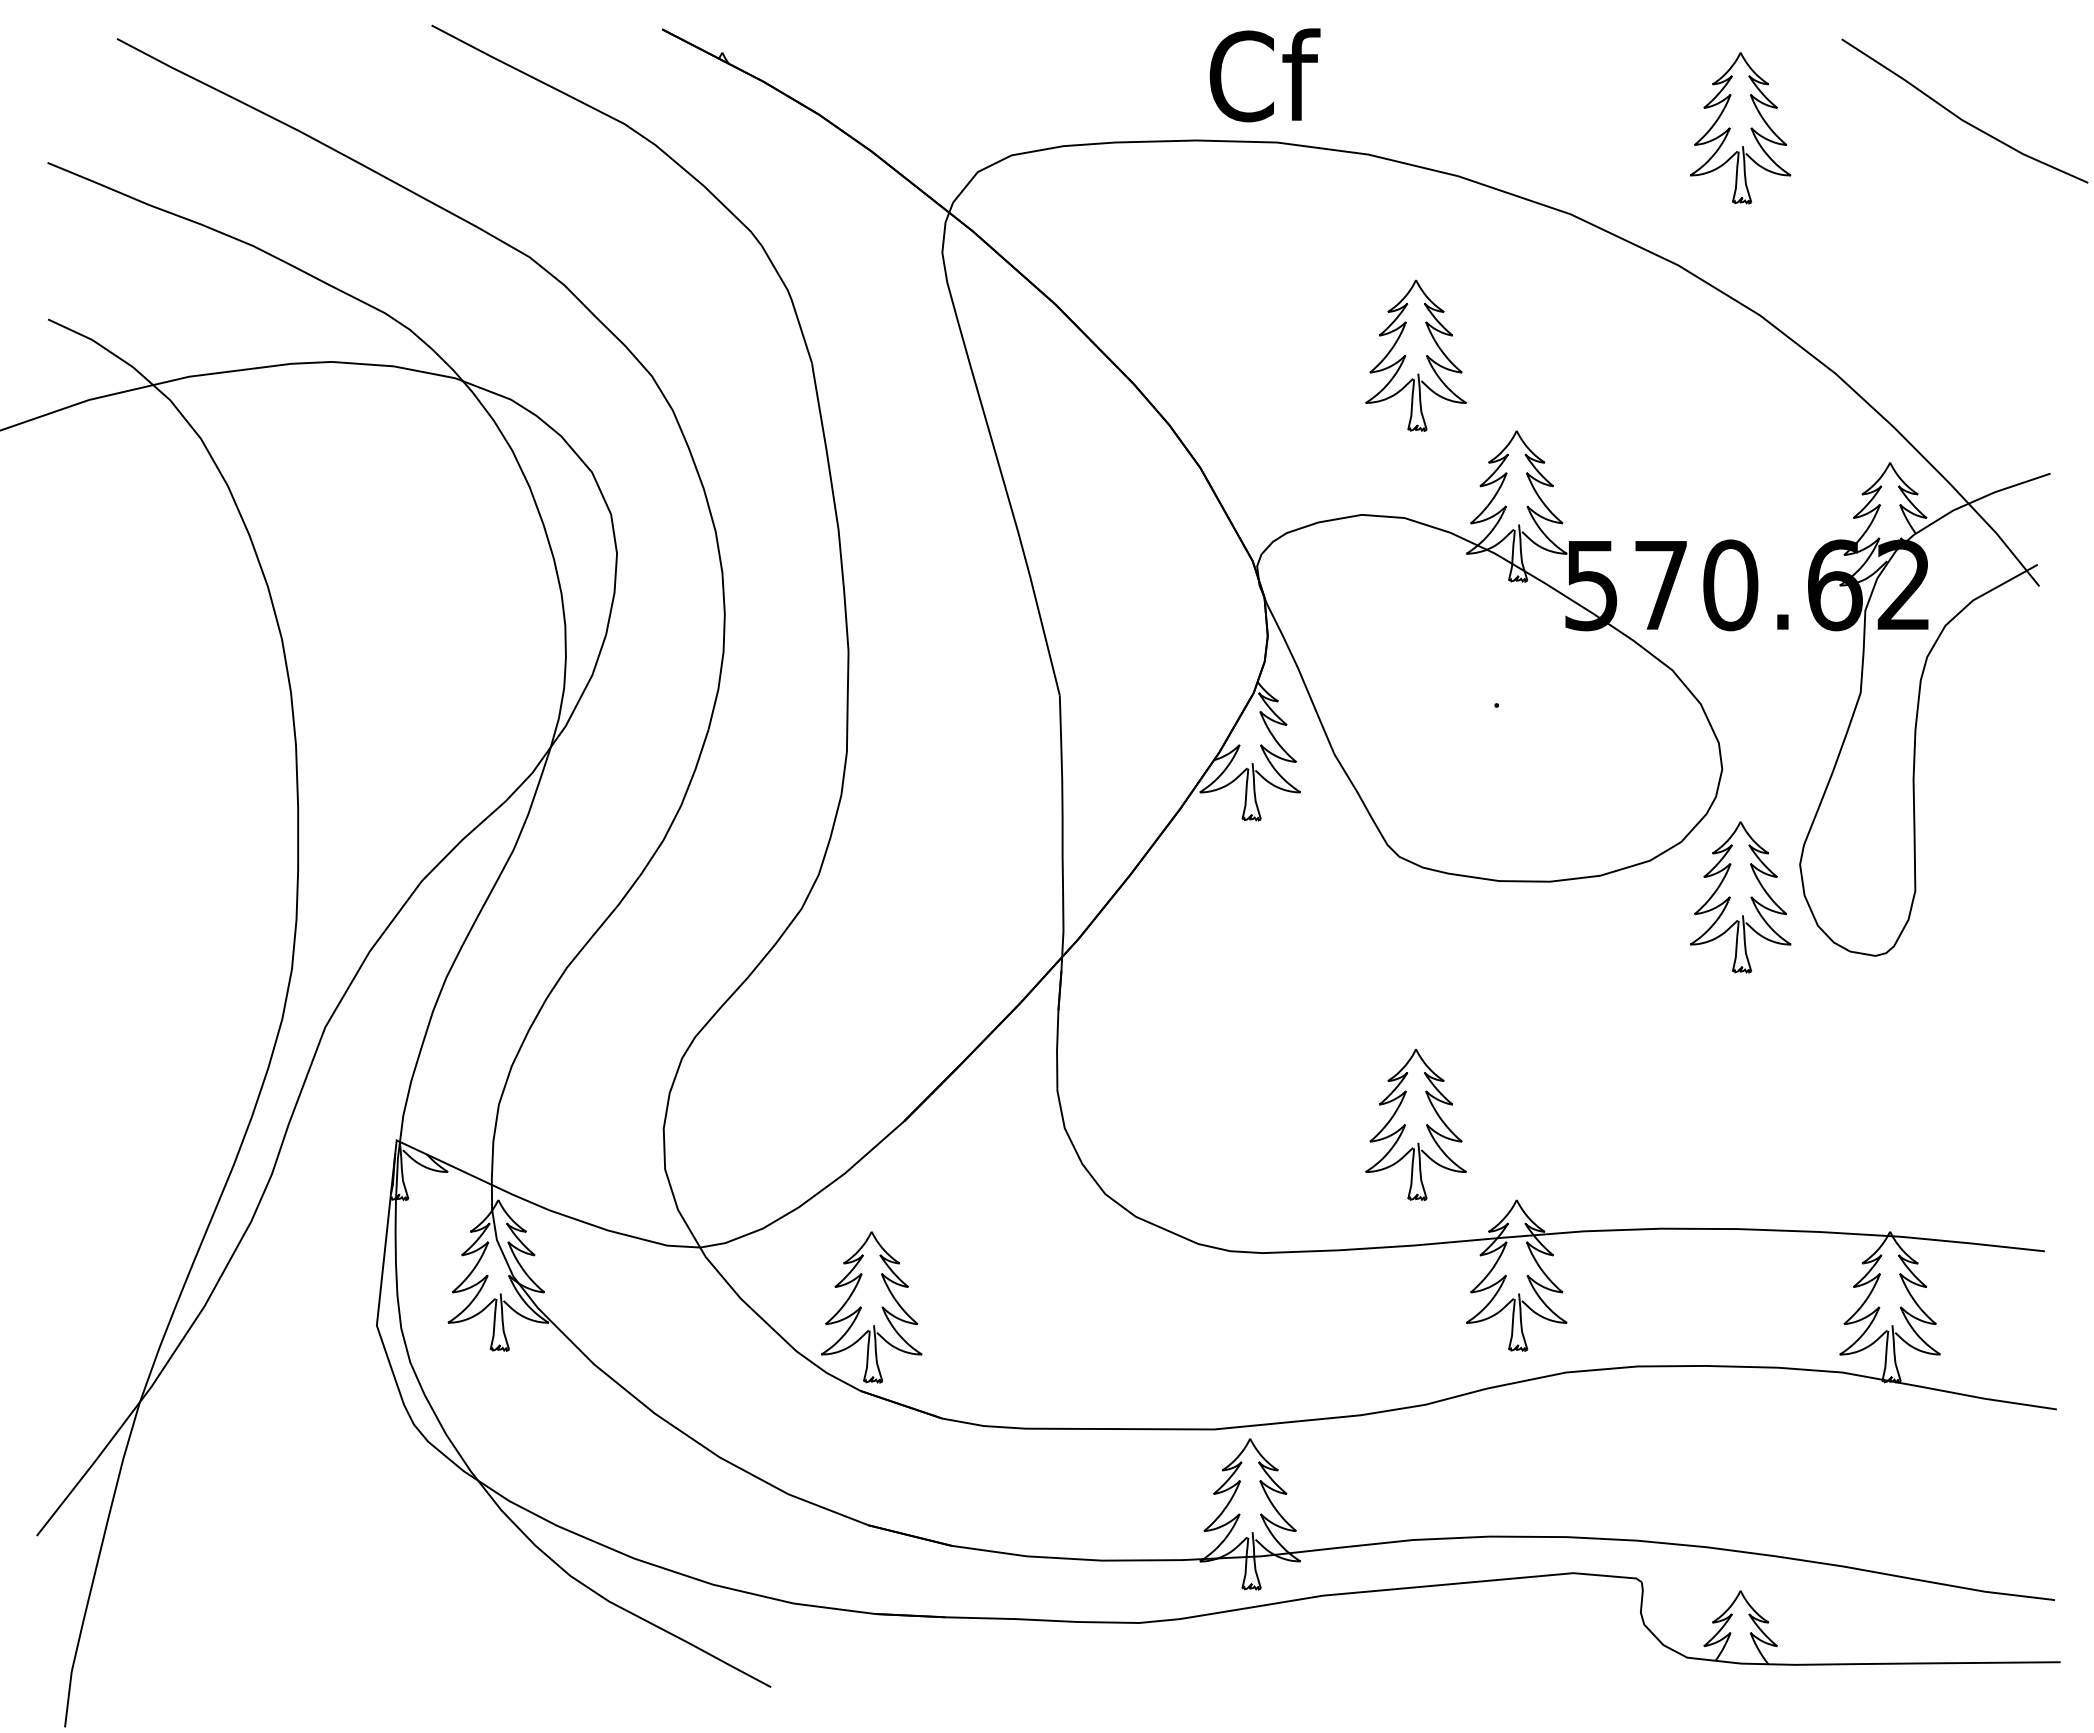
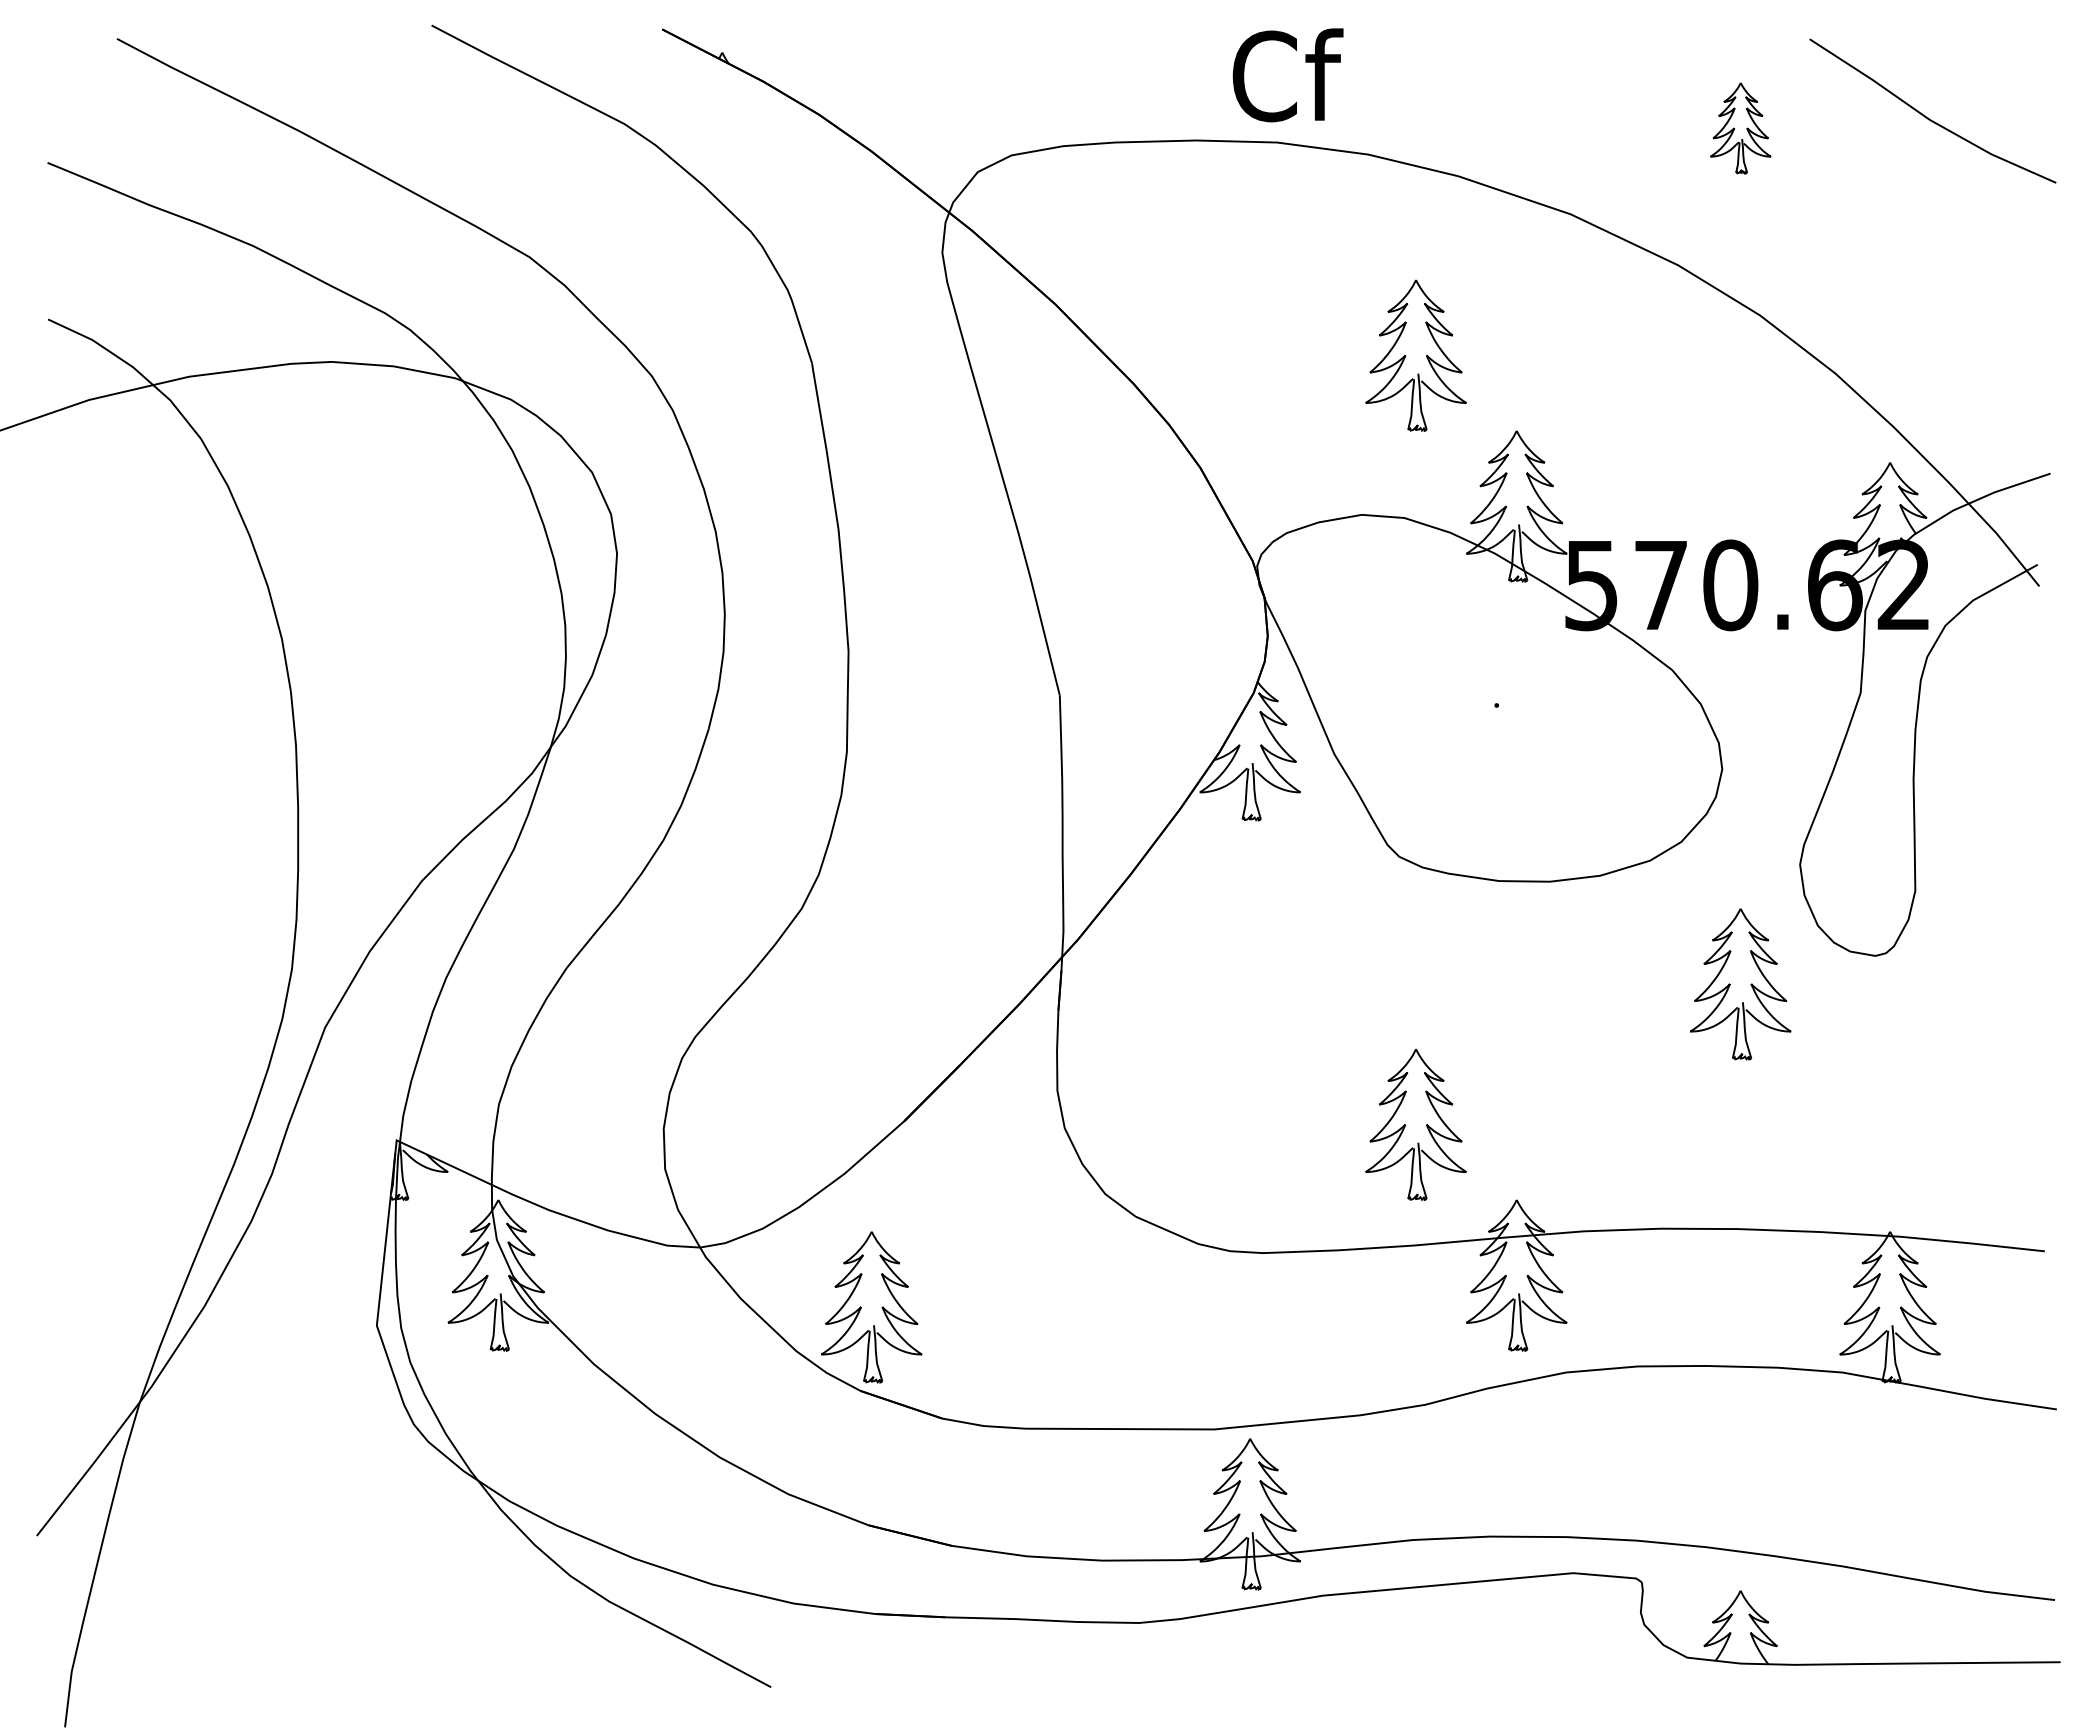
text at (1264, 75) position: (1264, 75) -> (1287, 75)
line at (1960, 117) position: (1960, 117) -> (1928, 117)
part at (1740, 128) size: 102x153 px -> 62x93 px
part at (1740, 897) position: (1740, 897) -> (1740, 984)
